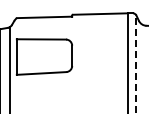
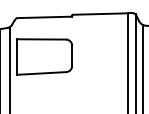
line at (135, 63): dashed -> solid
line at (142, 67): none -> present
